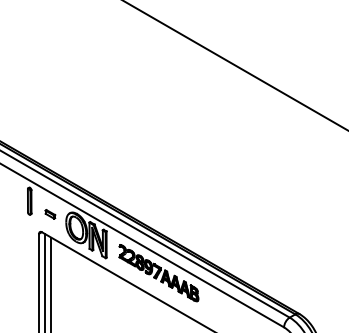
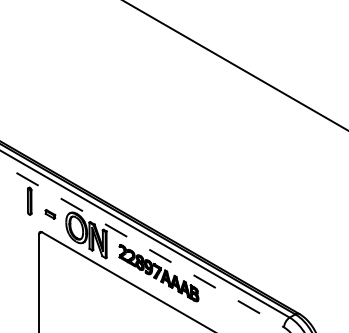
line at (142, 245): solid -> dashed
line at (44, 281): present -> none
line at (51, 283): present -> none
